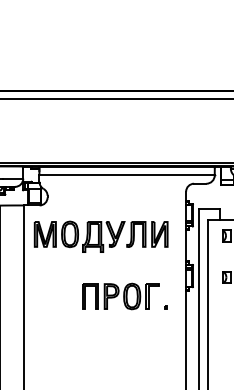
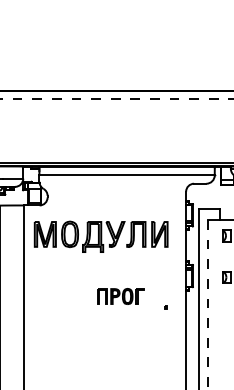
line at (116, 99): solid -> dashed
part at (120, 296) size: 78x29 px -> 48x17 px
line at (207, 304): solid -> dashed
